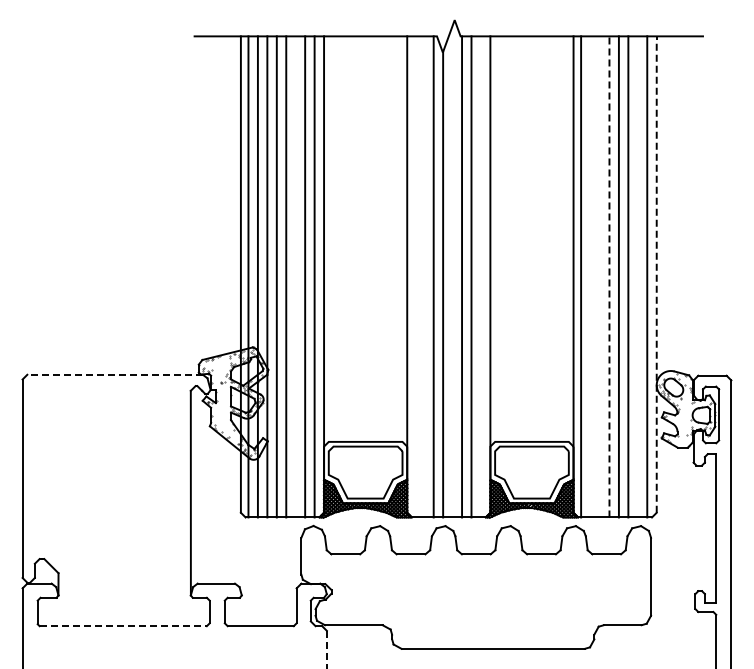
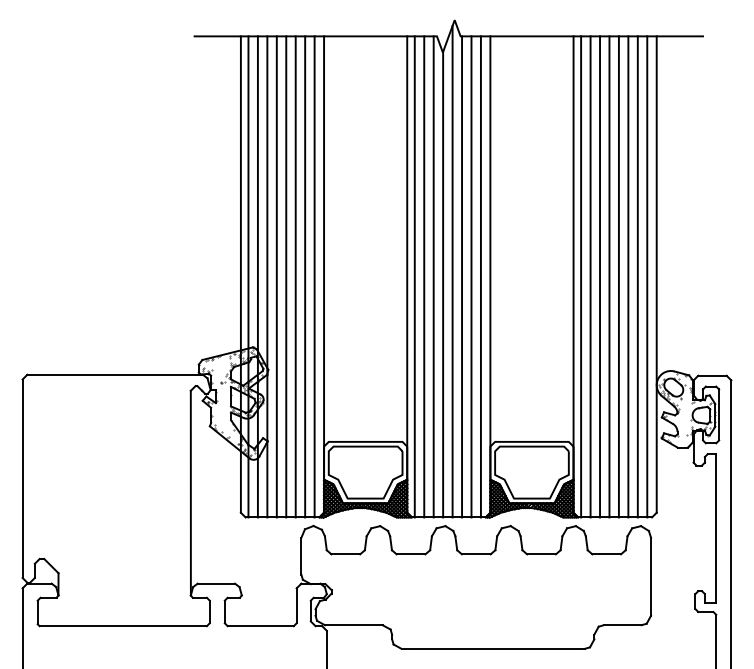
line at (452, 271): none -> present
line at (656, 274): dashed -> solid
line at (295, 276): none -> present
line at (414, 276): none -> present
line at (424, 276): none -> present
line at (480, 276): none -> present
line at (590, 276): none -> present
line at (600, 276): none -> present
line at (609, 276): dashed -> solid
line at (637, 276): none -> present
line at (115, 374): dashed -> solid
line at (123, 626): dashed -> solid
line at (326, 649): dashed -> solid
